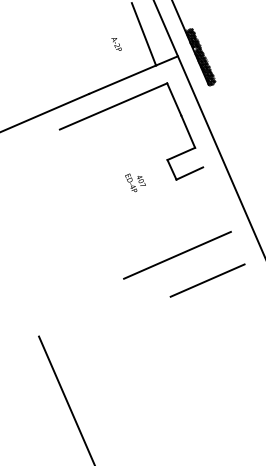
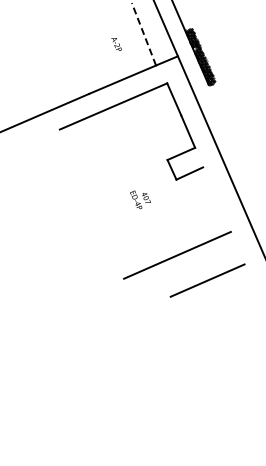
line at (143, 33): solid -> dashed
text at (135, 182) position: (135, 182) -> (140, 199)
line at (66, 399): present -> none
